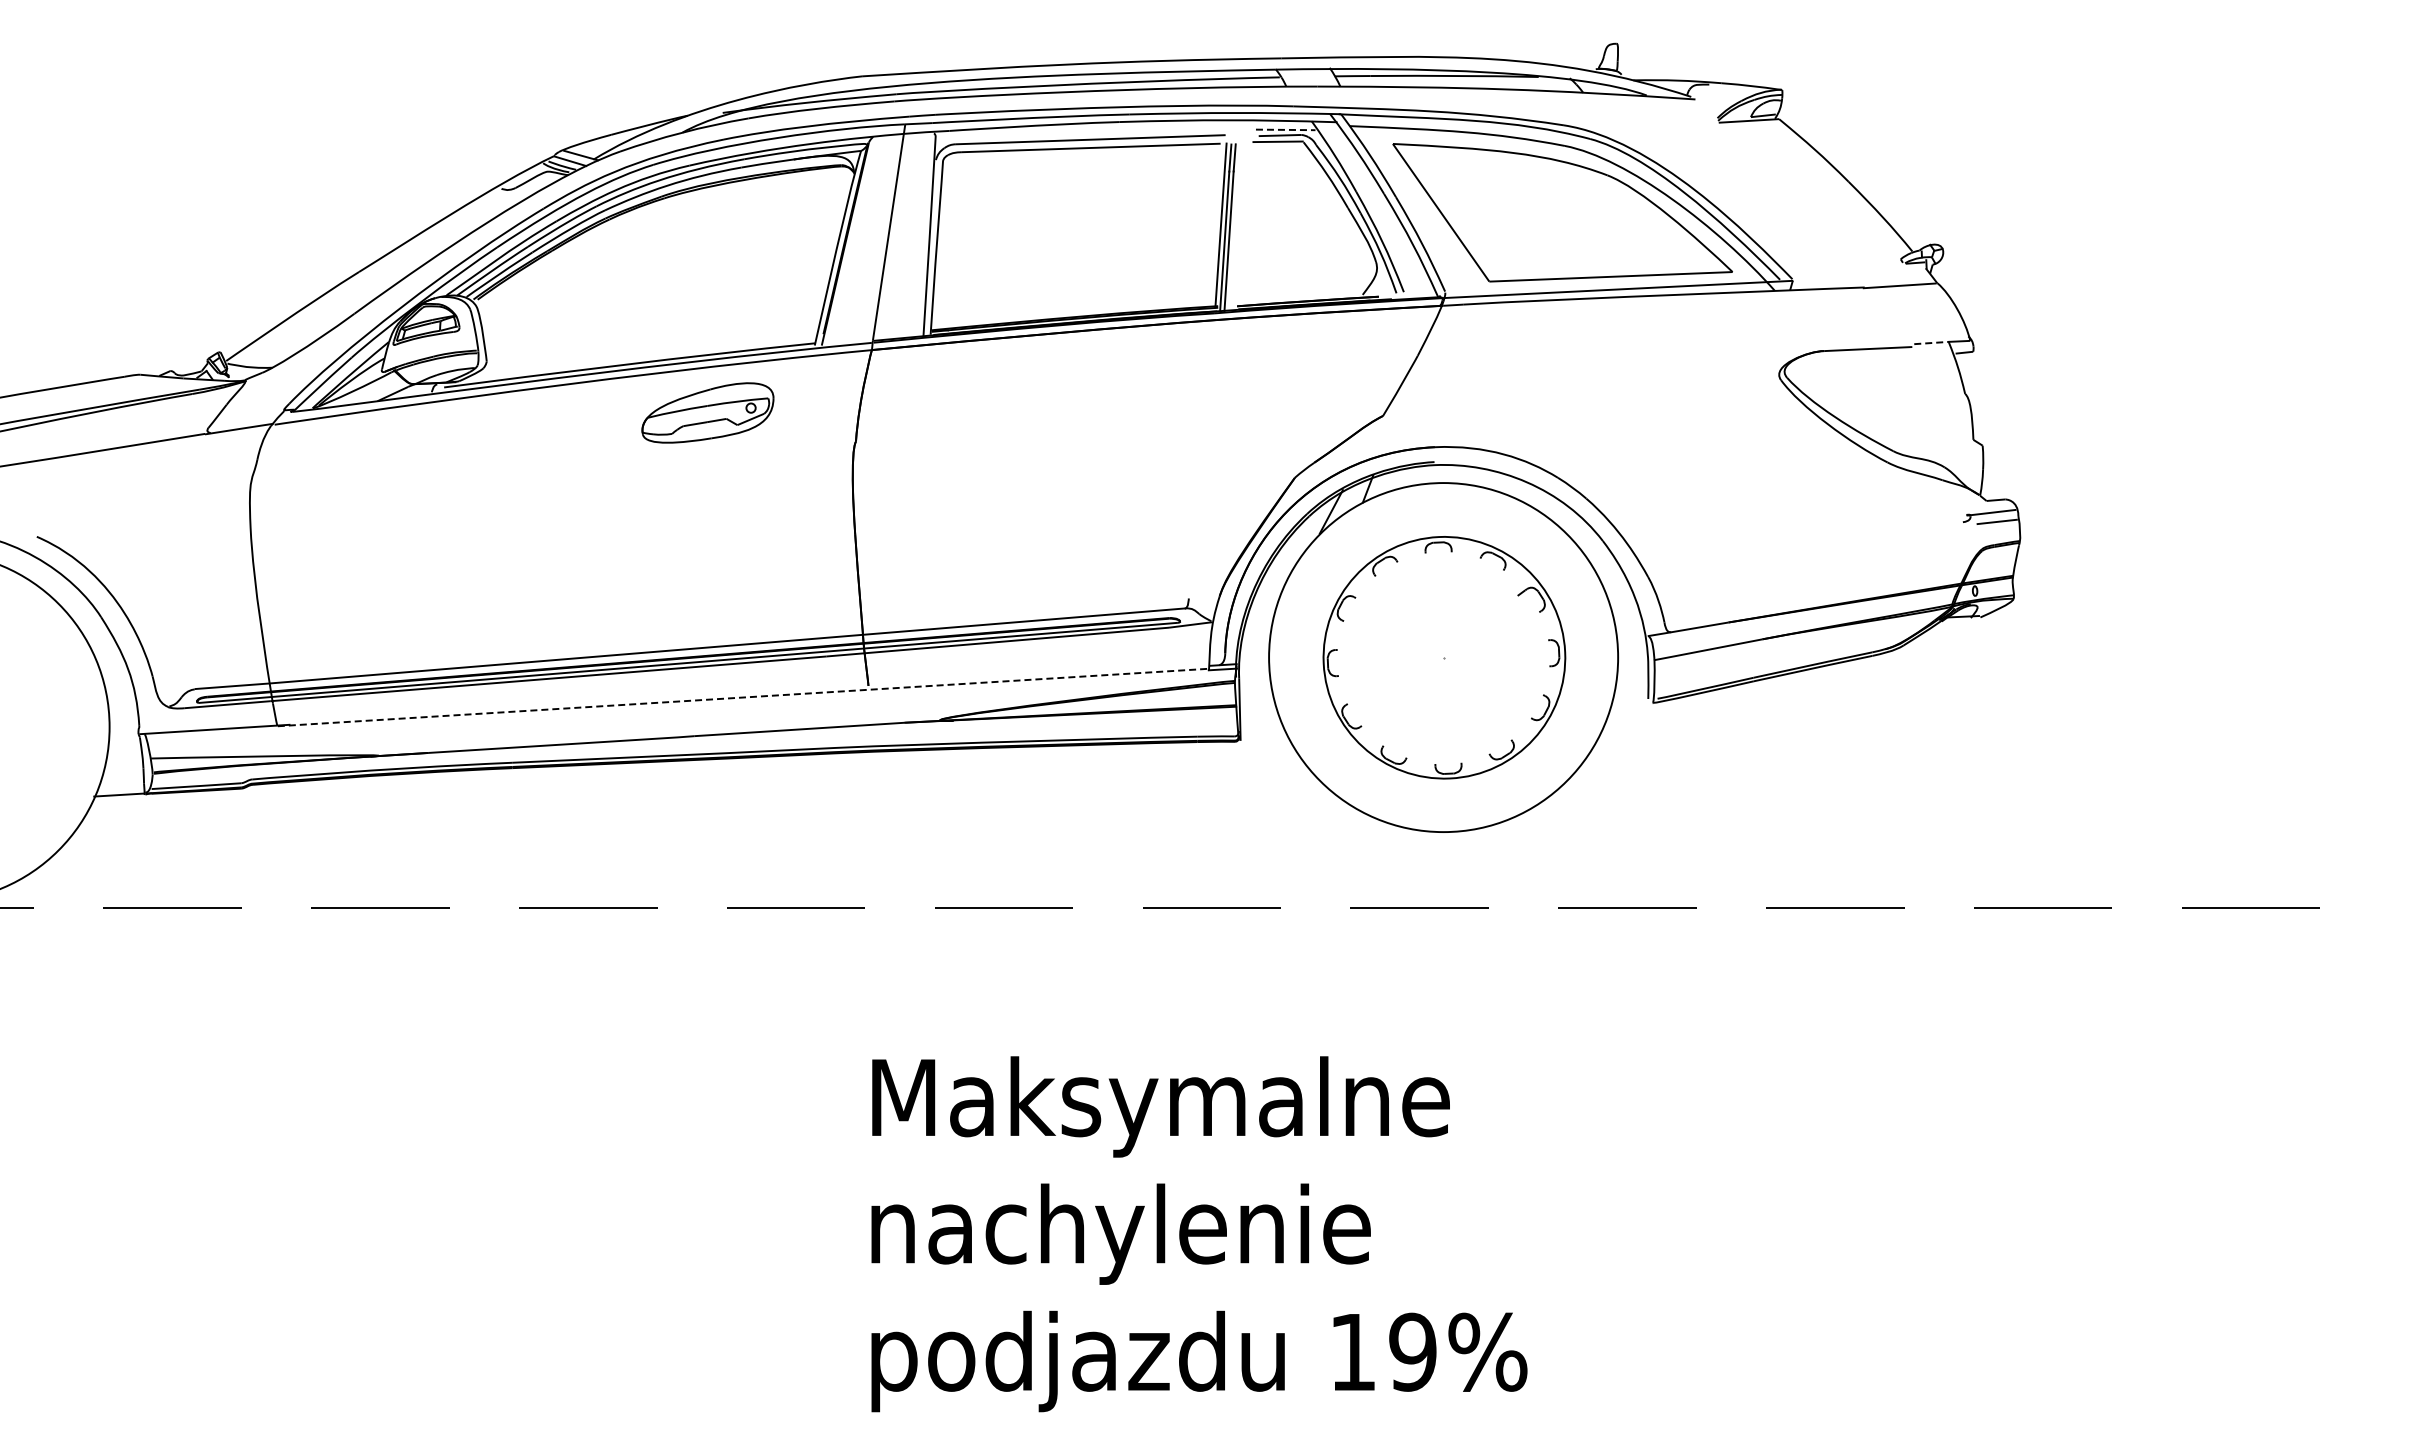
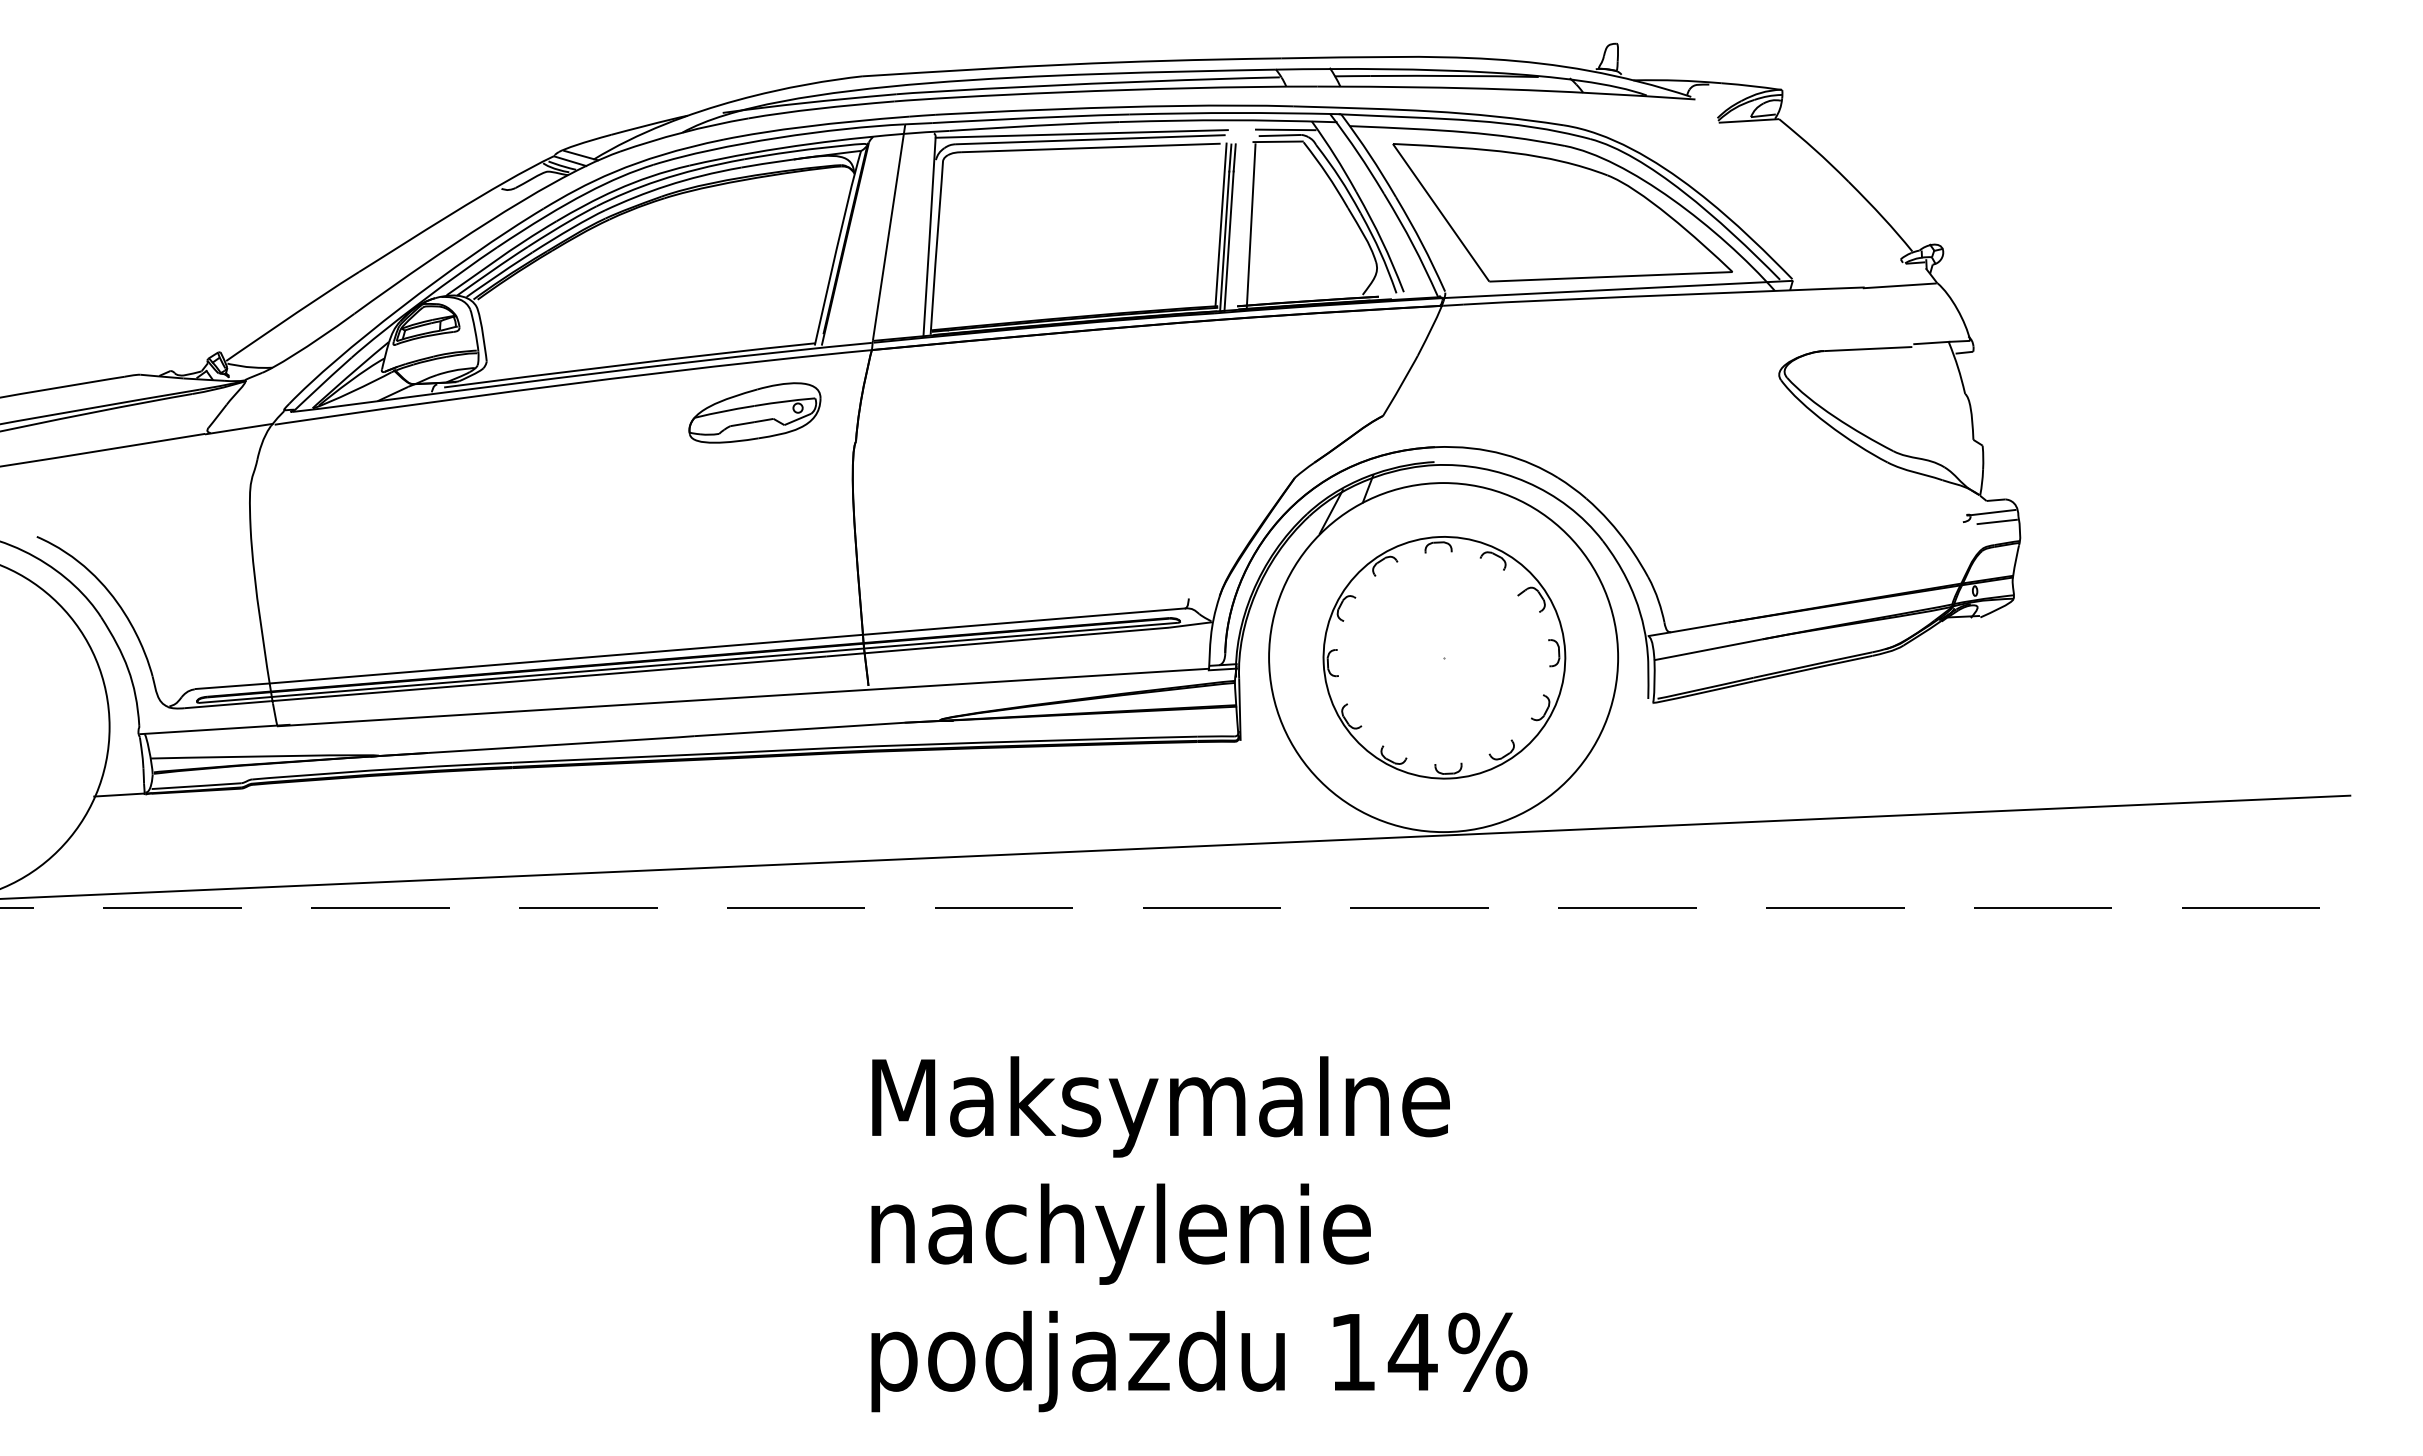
line at (1285, 129): dashed -> solid
line at (1081, 133): none -> present
line at (1250, 226): none -> present
line at (1931, 343): dashed -> solid
part at (707, 412) position: (707, 412) -> (754, 412)
line at (743, 697): dashed -> solid
line at (1176, 846): none -> present
text at (1412, 1351): 19% -> 14%
